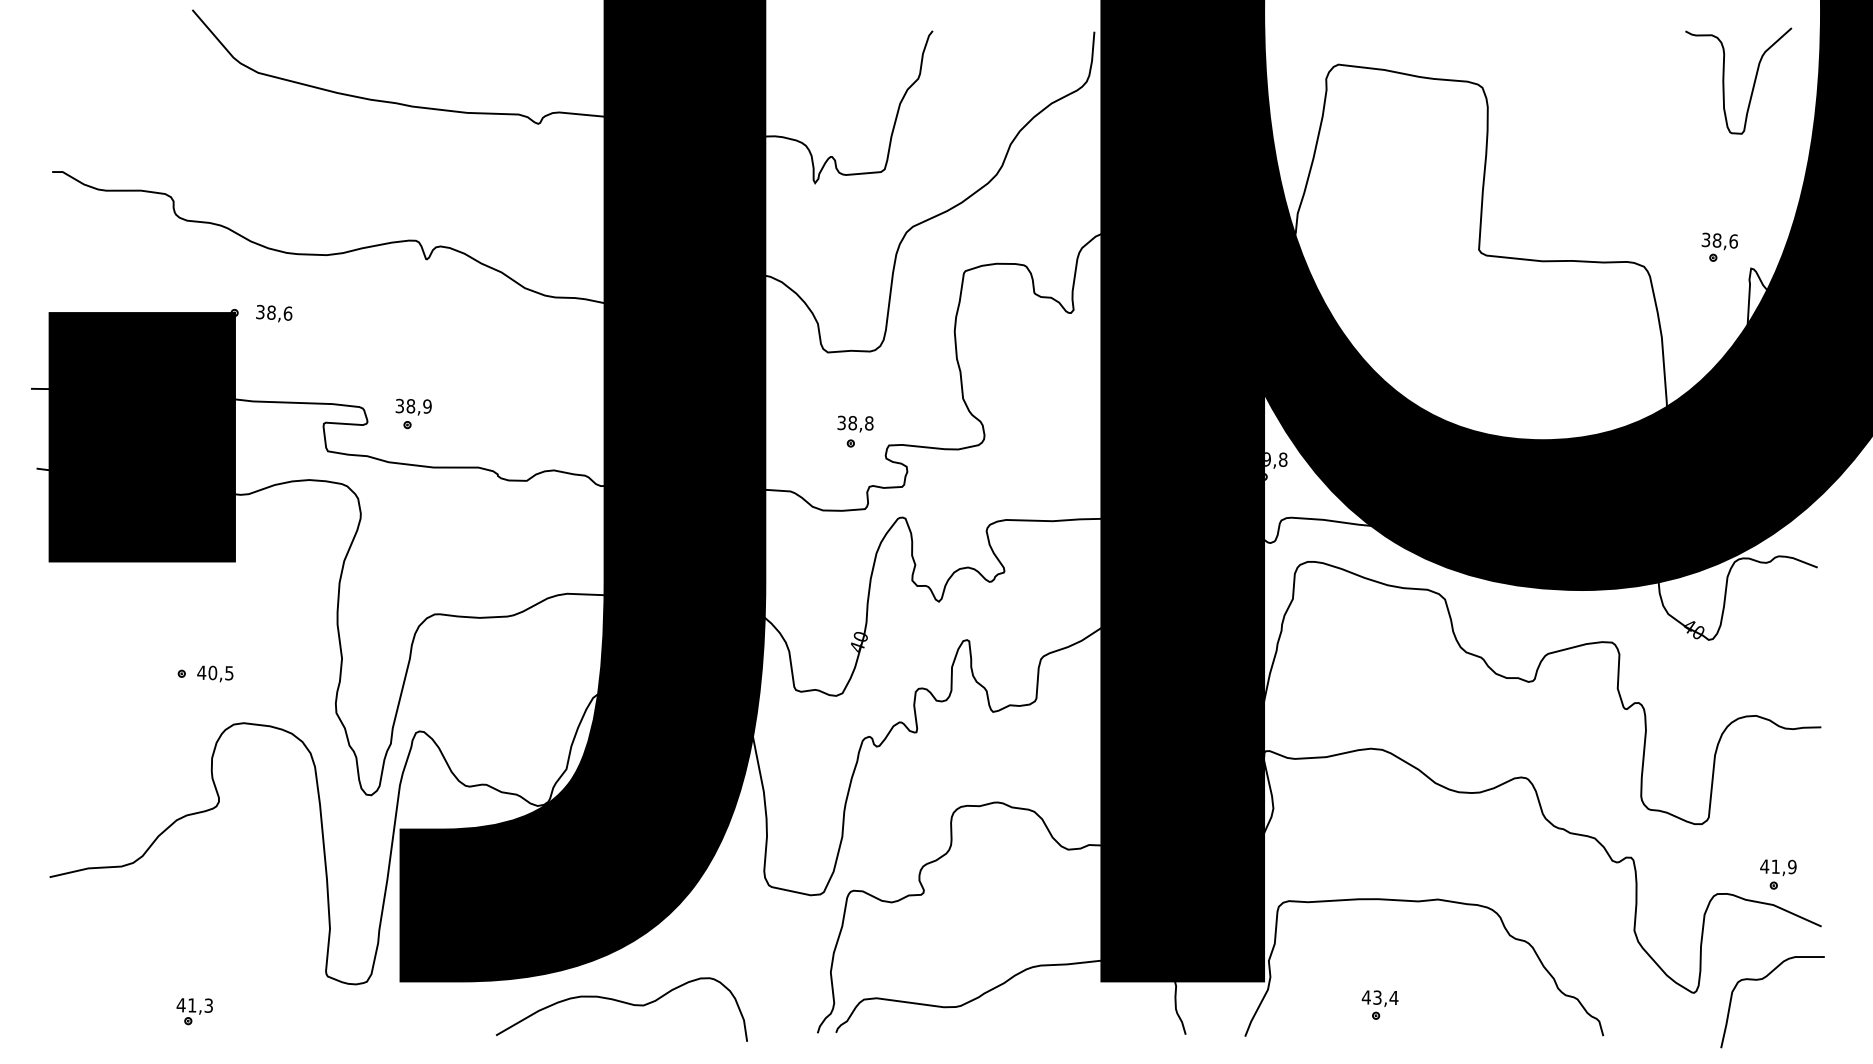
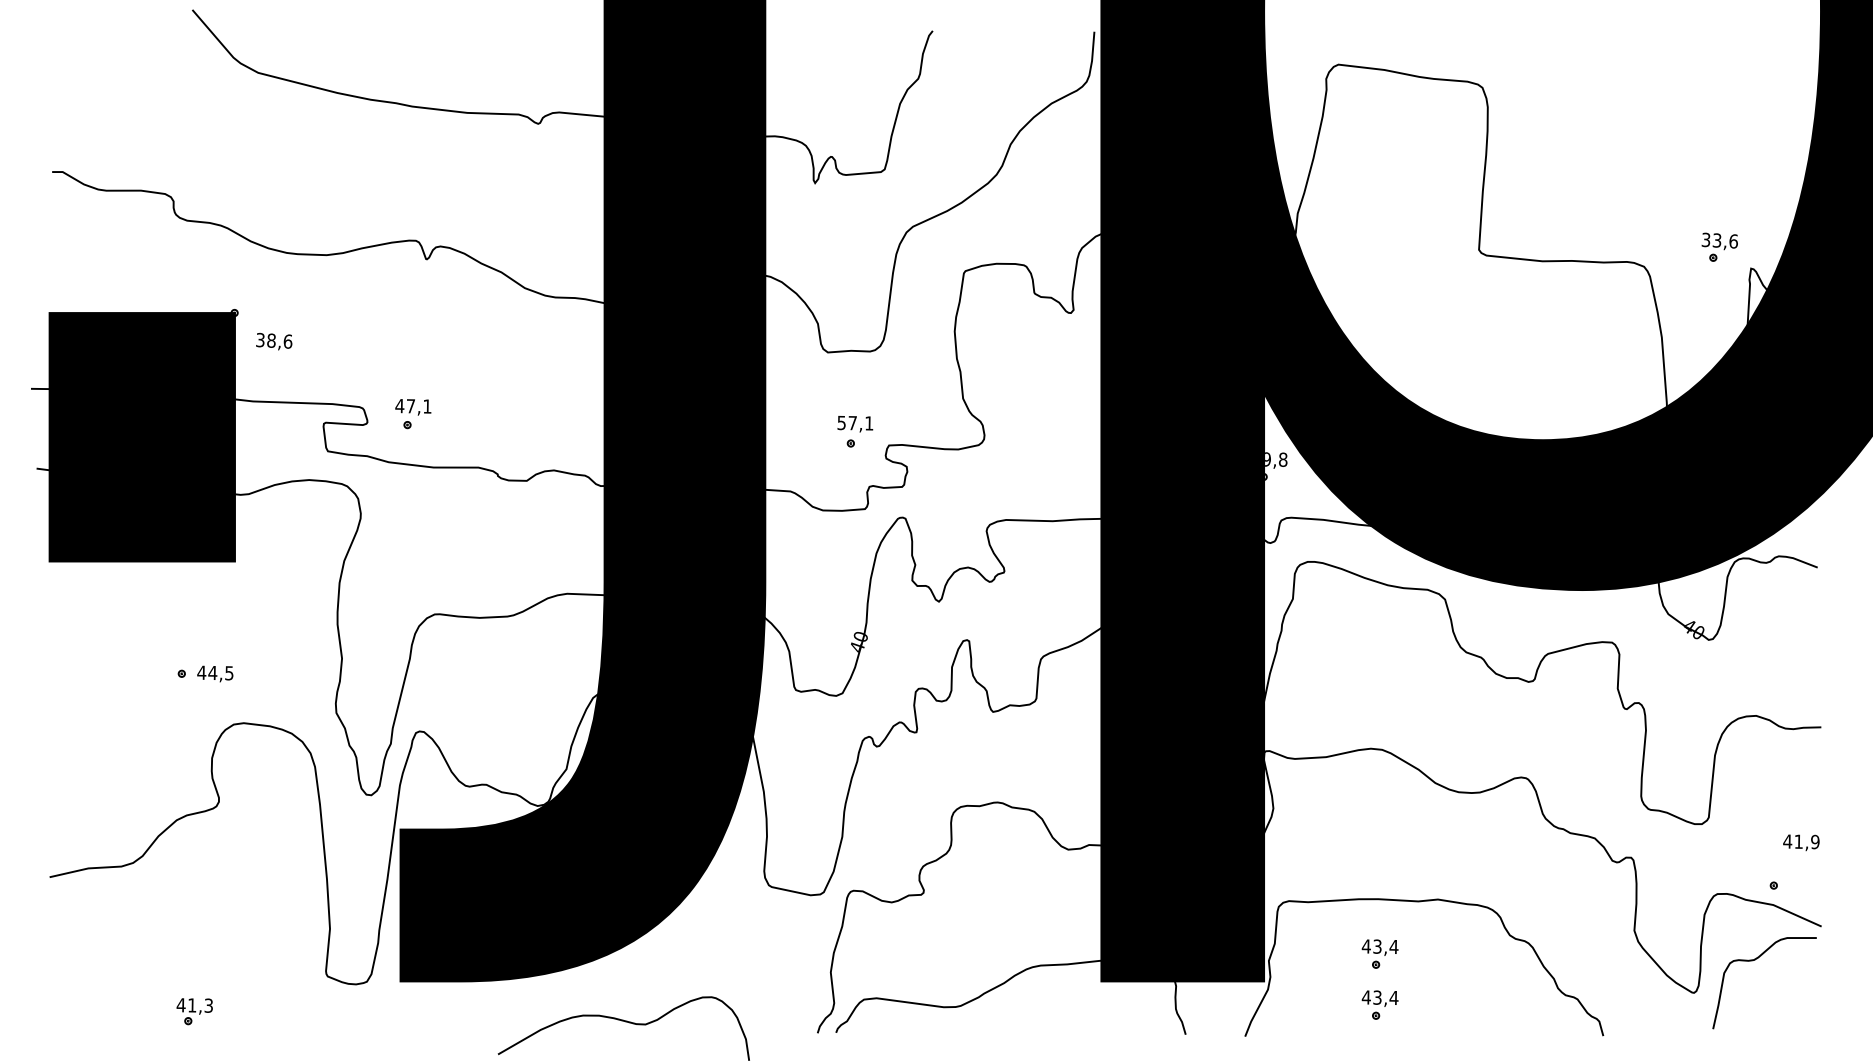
curve at (1724, 80): present -> none
text at (1716, 240): 38,6 -> 33,6
text at (274, 313) position: (274, 313) -> (274, 341)
text at (413, 405): 38,9 -> 47,1
text at (855, 422): 38,8 -> 57,1
text at (212, 672): 40,5 -> 44,5
text at (1778, 867) position: (1778, 867) -> (1801, 842)
part at (1379, 953): none -> present
curve at (1763, 979) position: (1763, 979) -> (1755, 960)
curve at (623, 1003) position: (623, 1003) -> (625, 1022)
